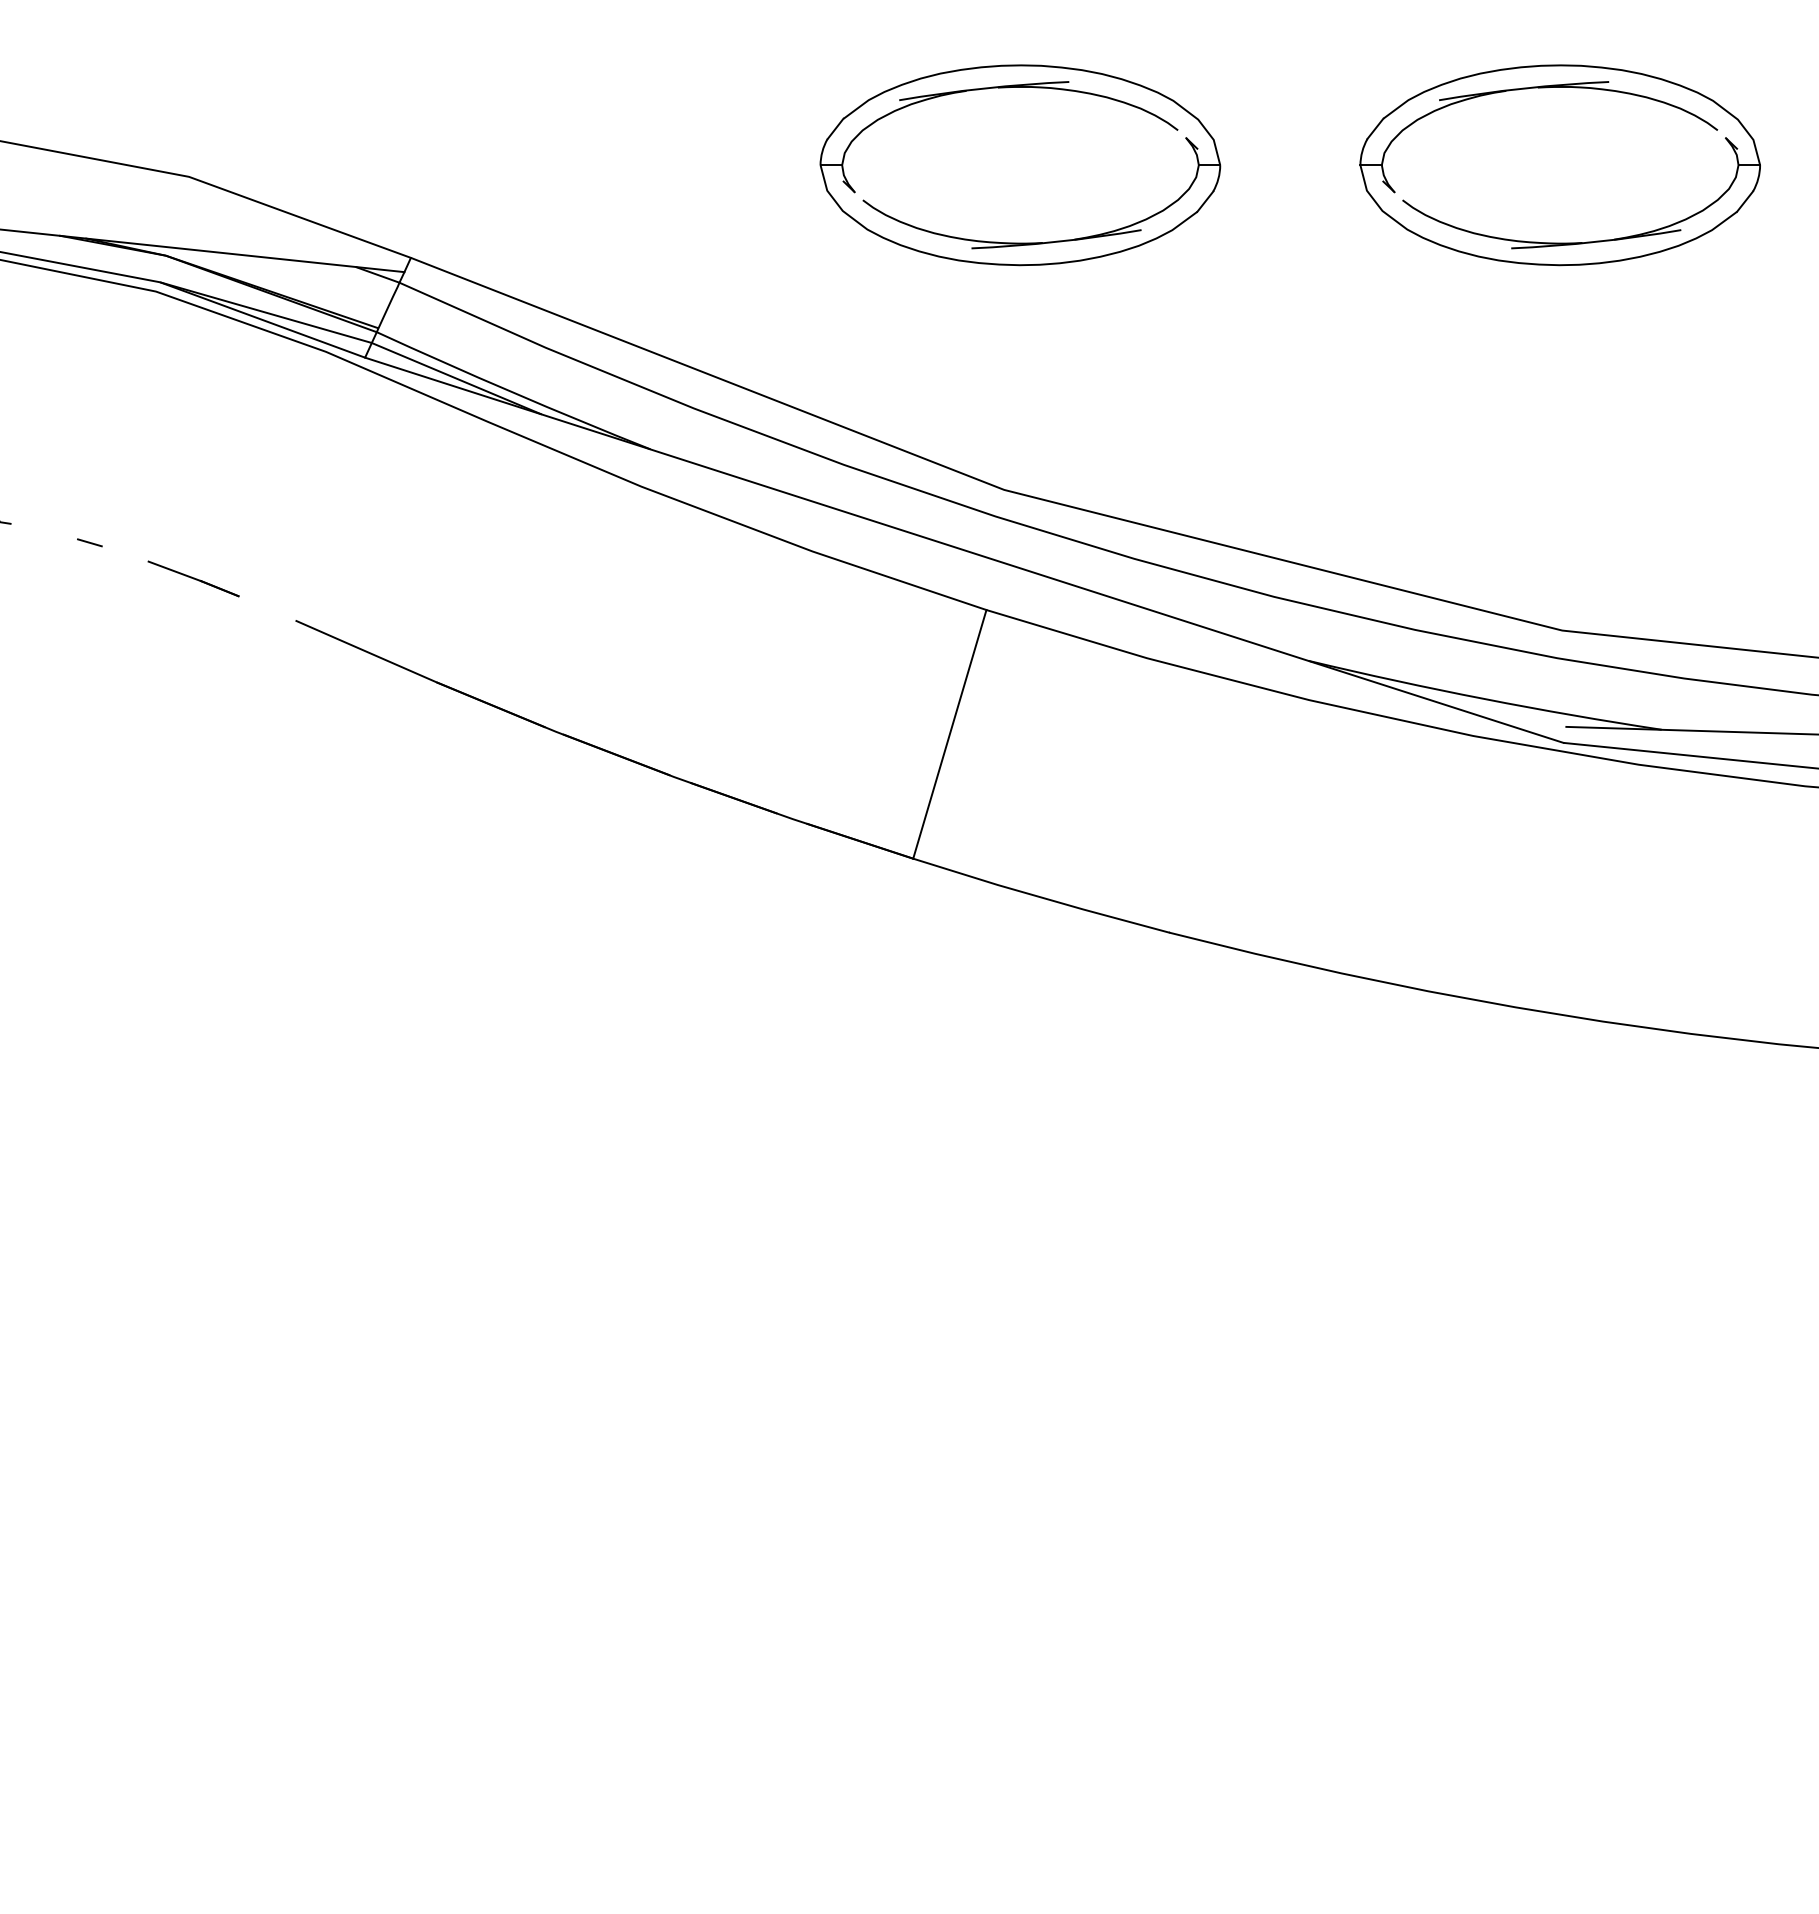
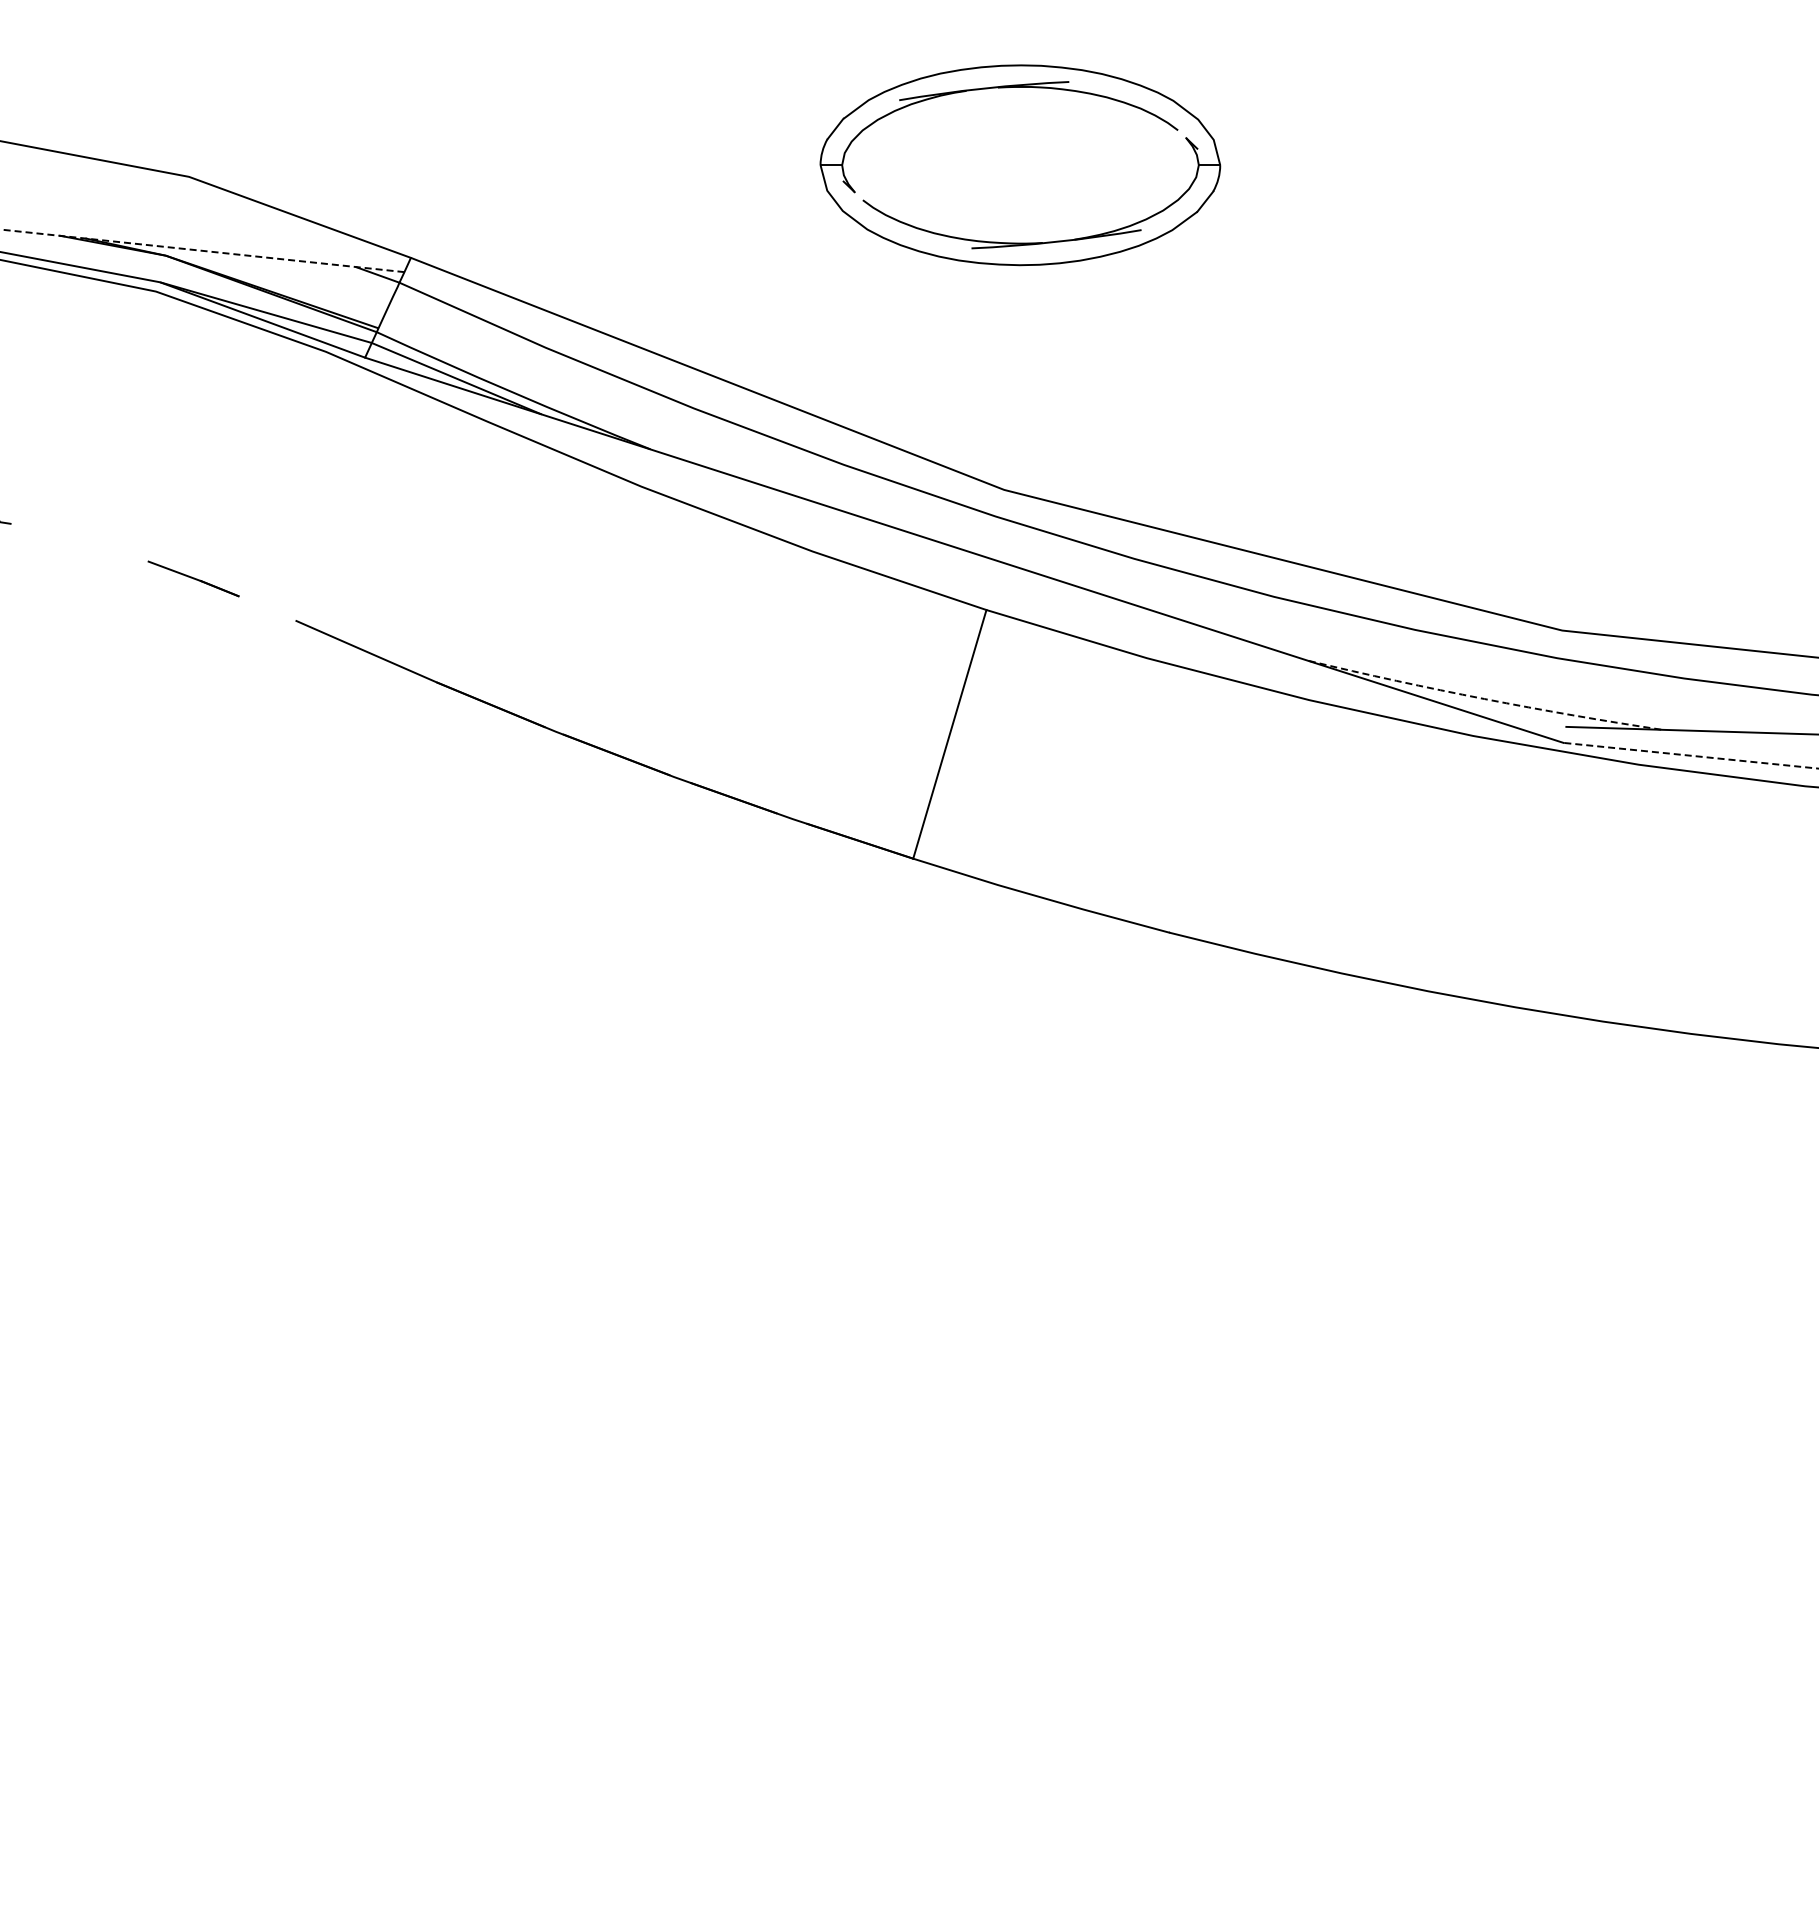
part at (1559, 165): present -> none
line at (202, 250): solid -> dashed
line at (89, 542): present -> none
arc at (1484, 699): solid -> dashed
line at (1690, 755): solid -> dashed
